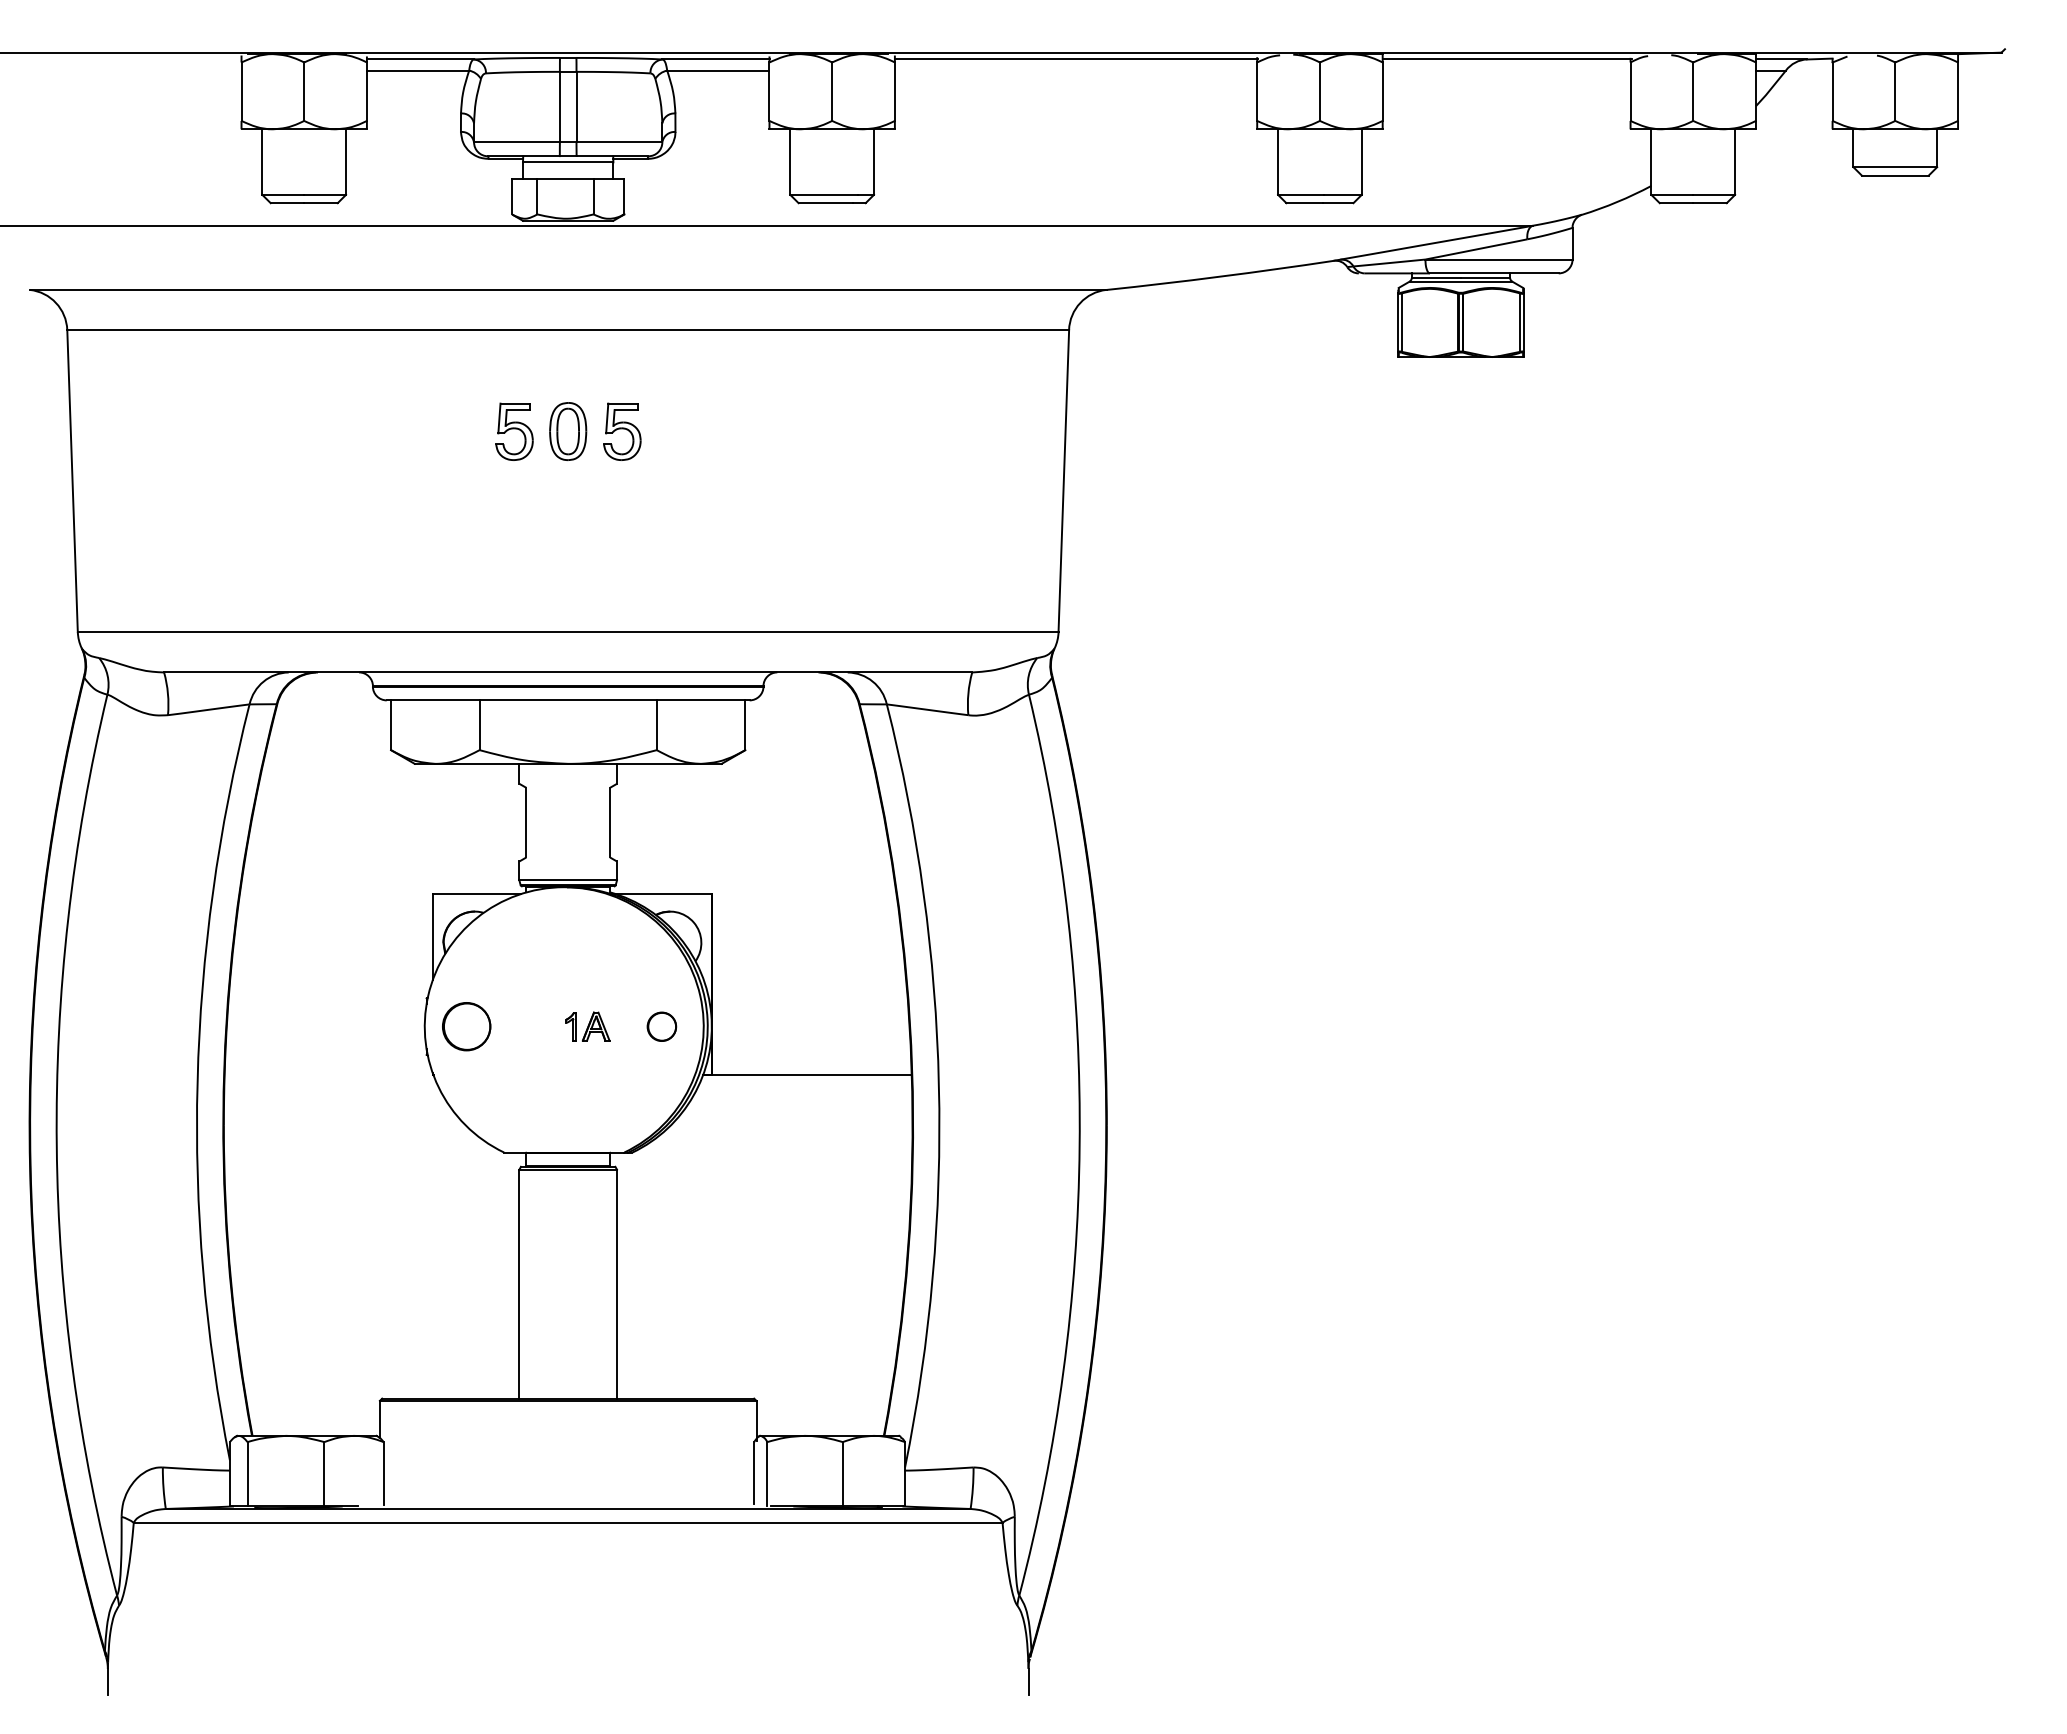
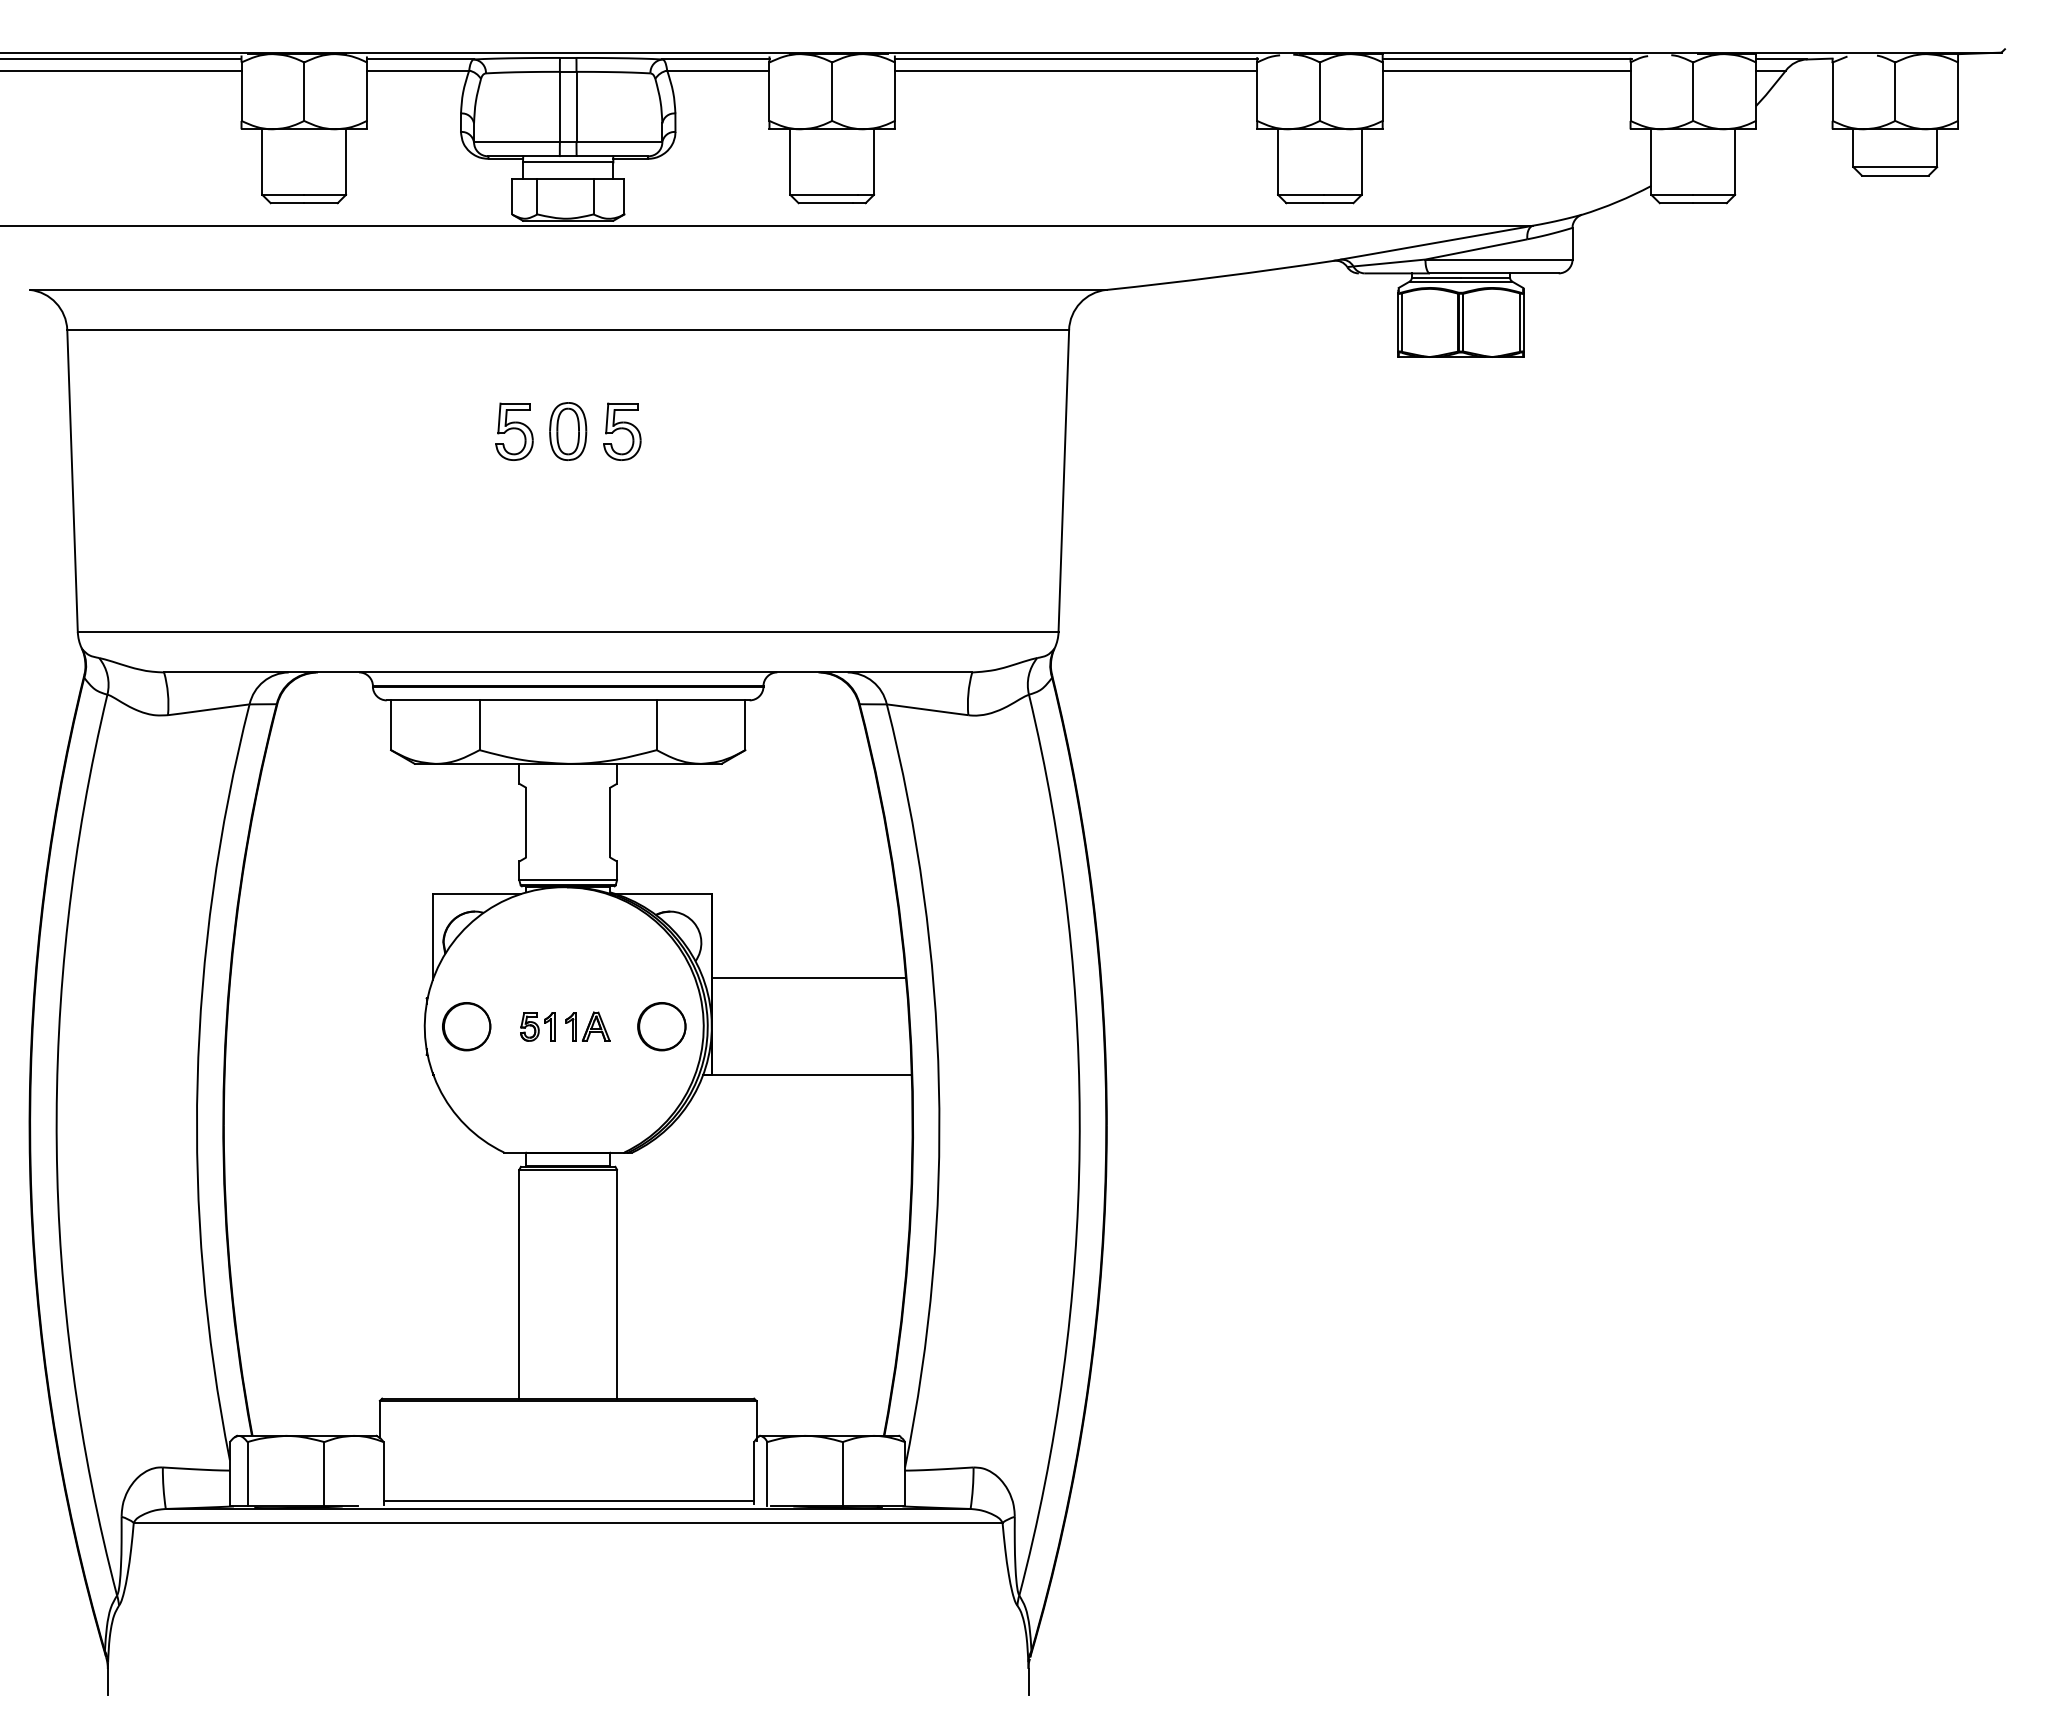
line at (121, 59): none -> present
line at (121, 70): none -> present
line at (1075, 70): none -> present
line at (1506, 70): none -> present
line at (809, 977): none -> present
part at (537, 1026): none -> present
circle at (661, 1026) size: 32x31 px -> 50x50 px
line at (568, 1501): none -> present
